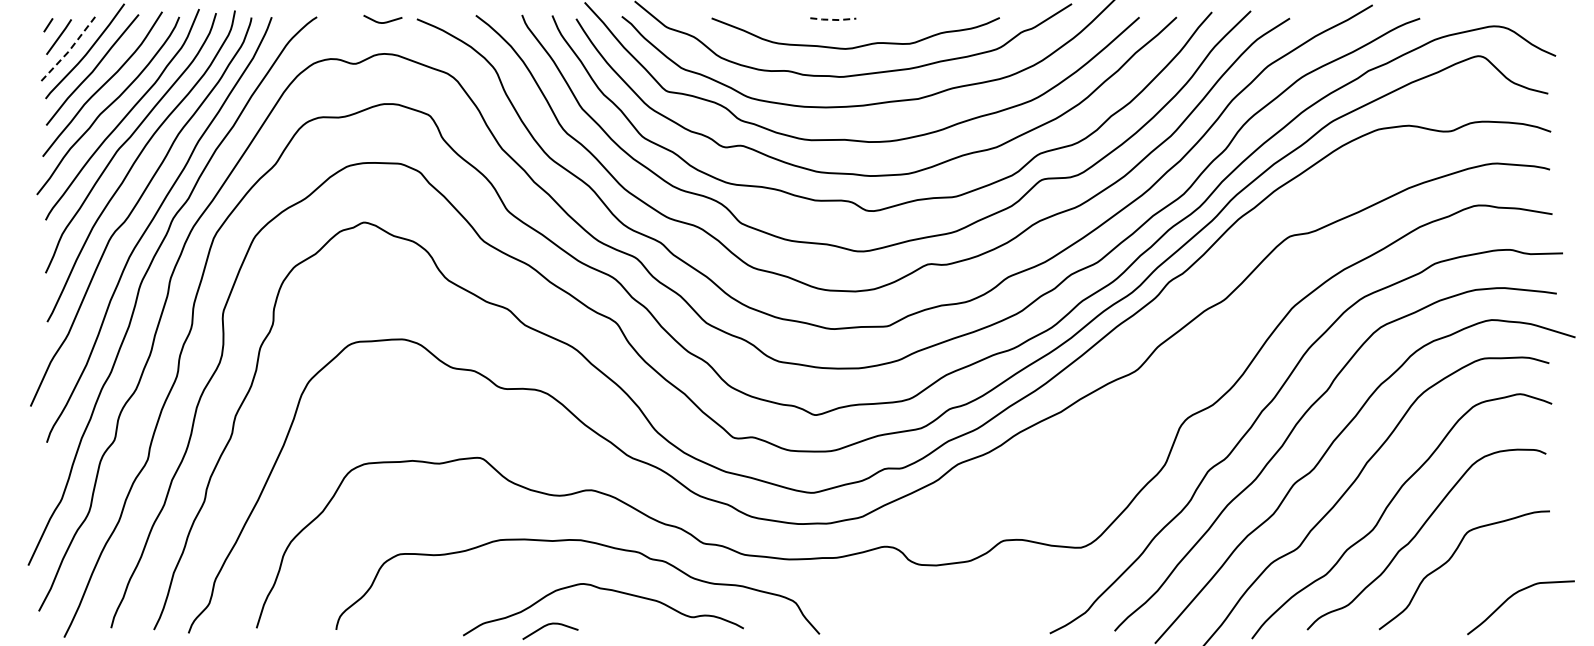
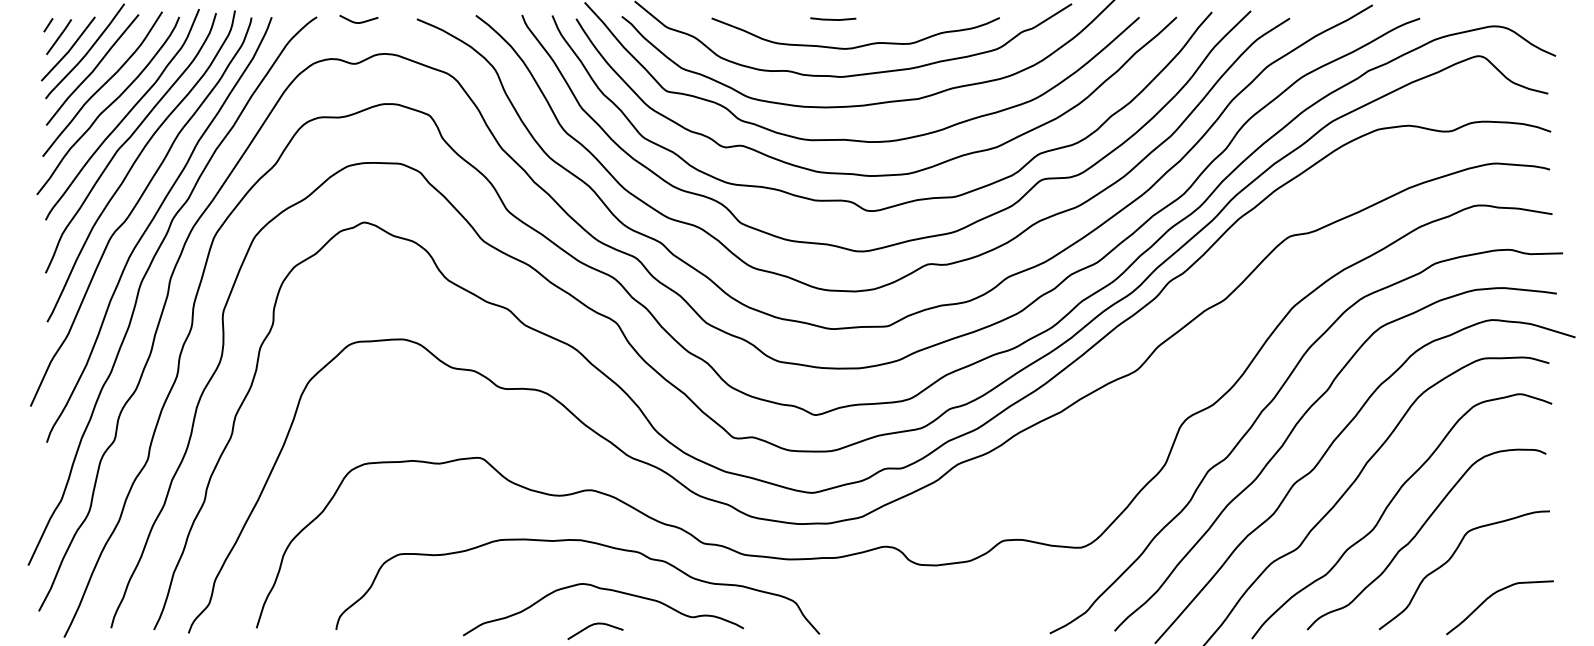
line at (833, 19): dashed -> solid
curve at (384, 21) position: (384, 21) -> (360, 21)
line at (69, 50): dashed -> solid
curve at (1514, 595) position: (1514, 595) -> (1493, 595)
curve at (549, 625) position: (549, 625) -> (594, 625)
